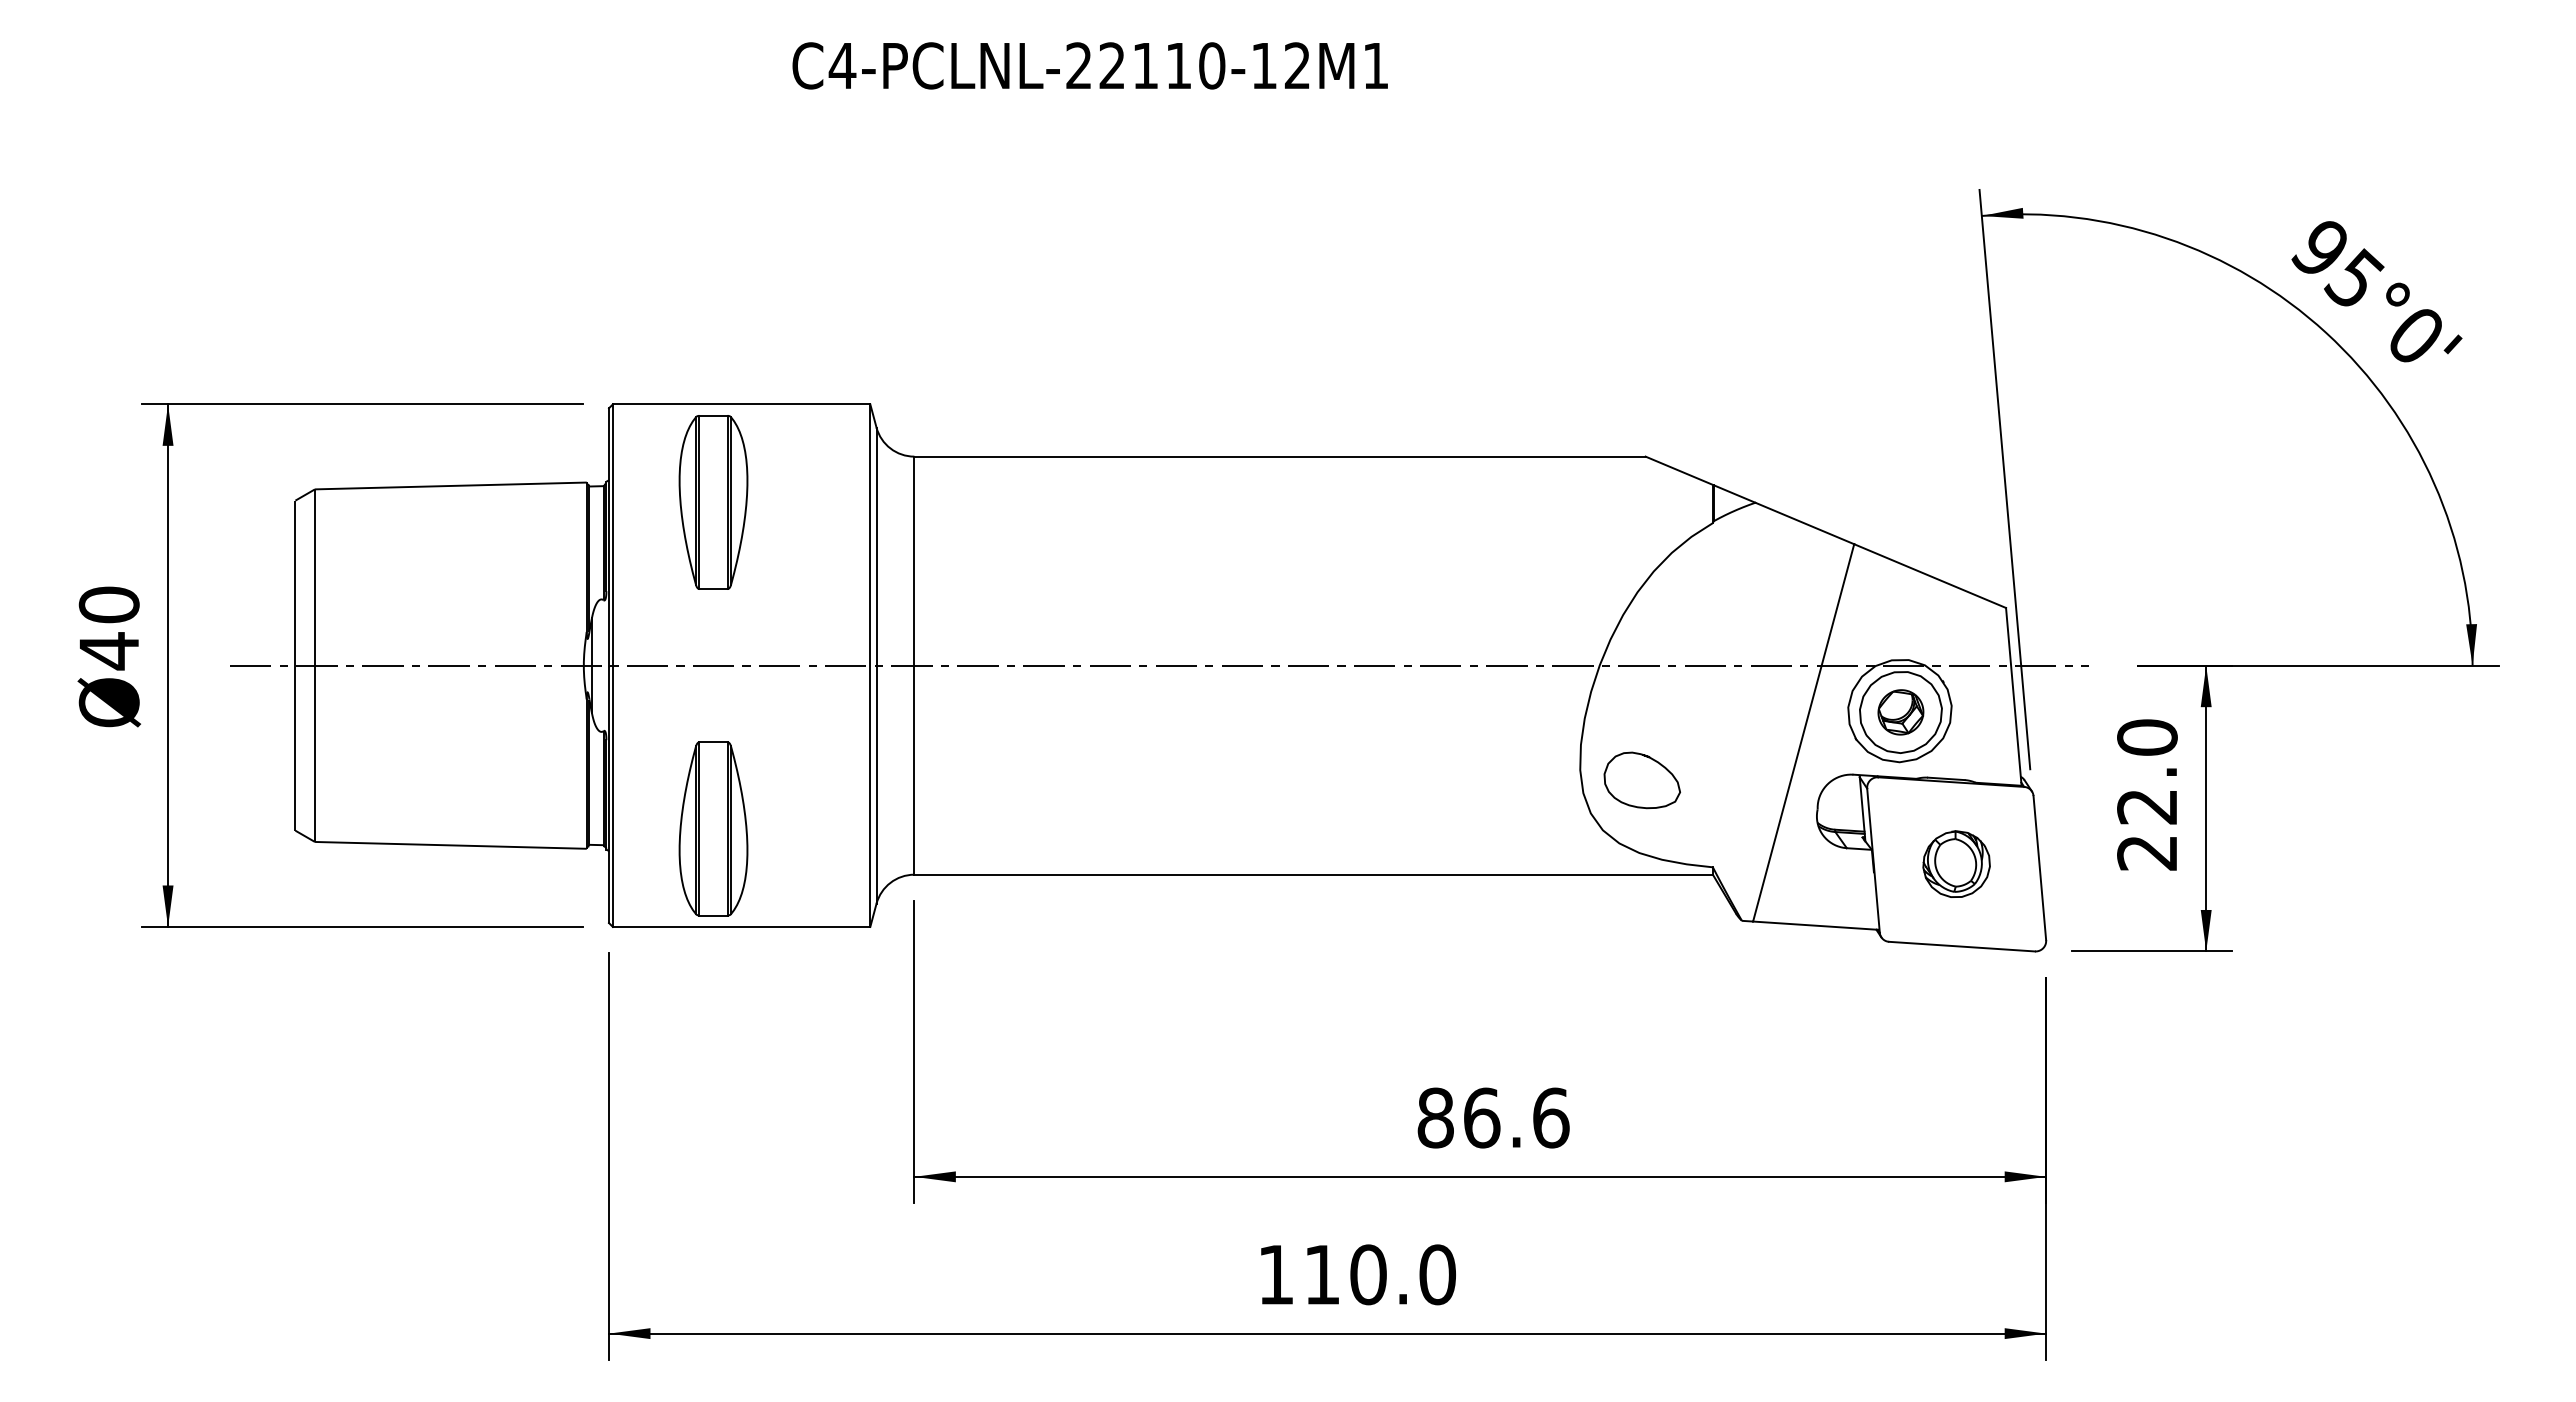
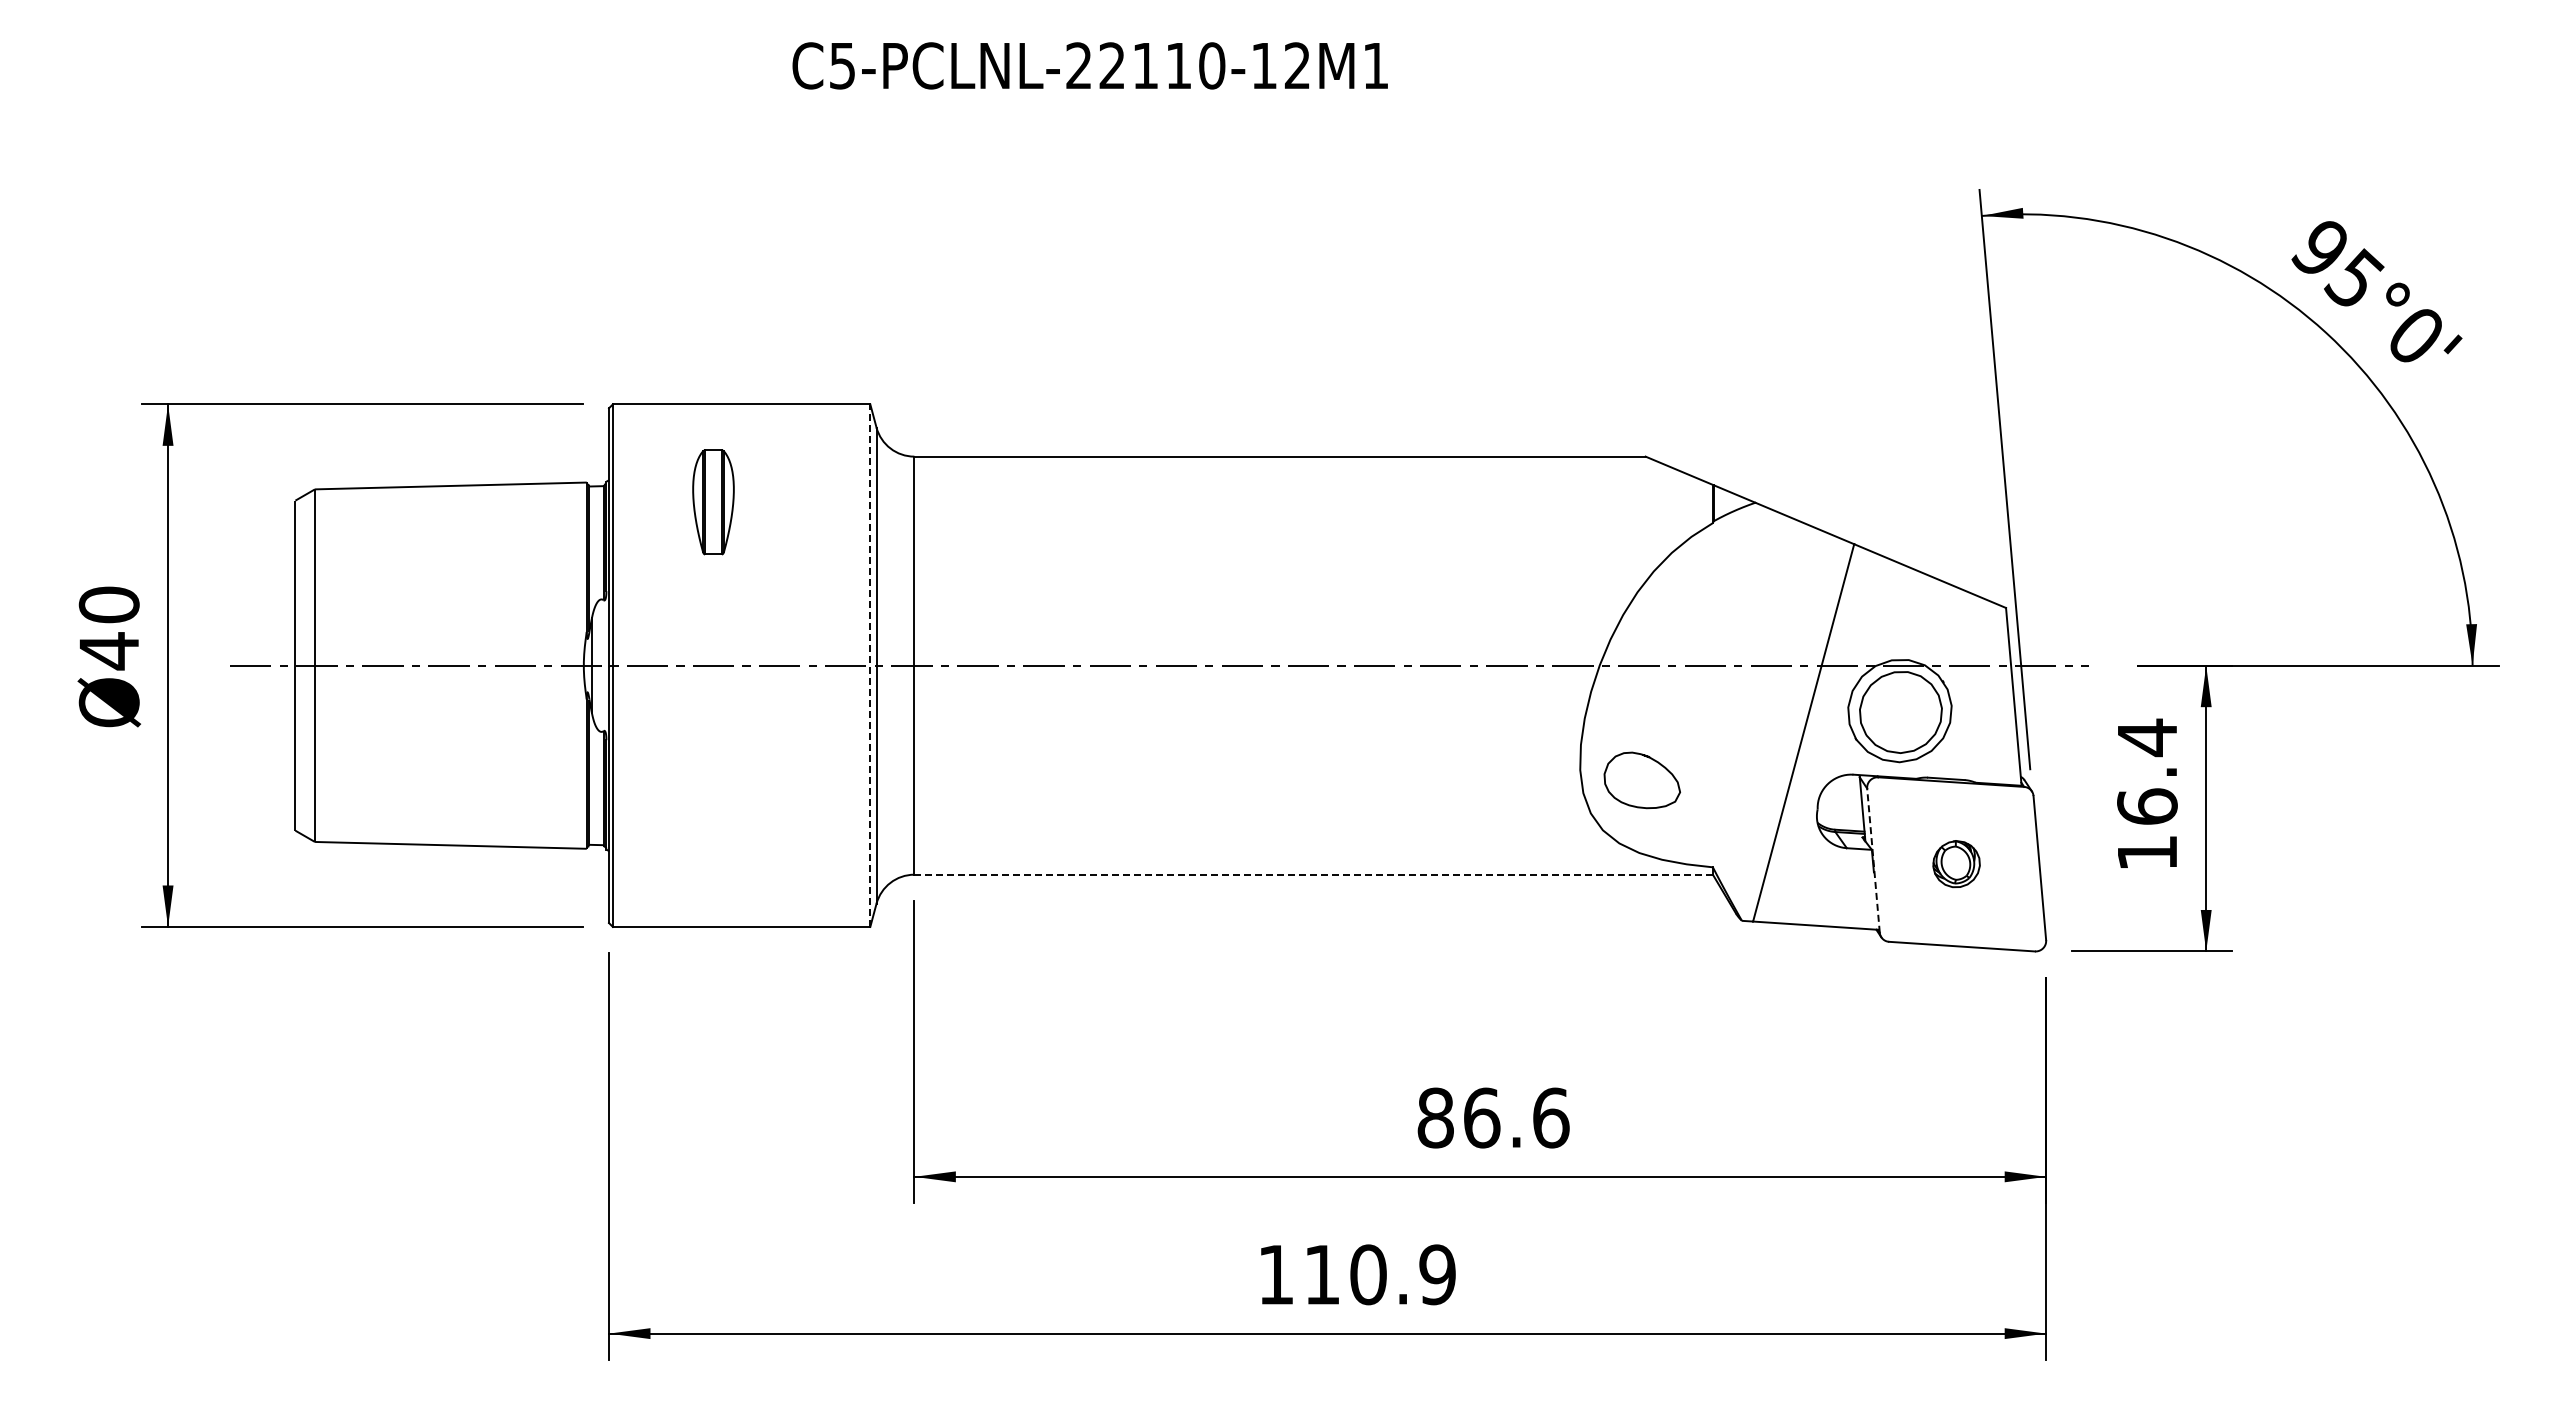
text at (842, 66): C4-PCLNL-22110-12M1 -> C5-PCLNL-22110-12M1
part at (713, 502) size: 71x175 px -> 43x107 px
line at (870, 665): solid -> dashed
part at (1900, 712): present -> none
text at (2147, 794): 22.0 -> 16.4
part at (713, 828): present -> none
line at (1873, 860): solid -> dashed
part at (1956, 863) size: 69x68 px -> 49x49 px
line at (1314, 874): solid -> dashed
text at (1437, 1274): 110.0 -> 110.9
